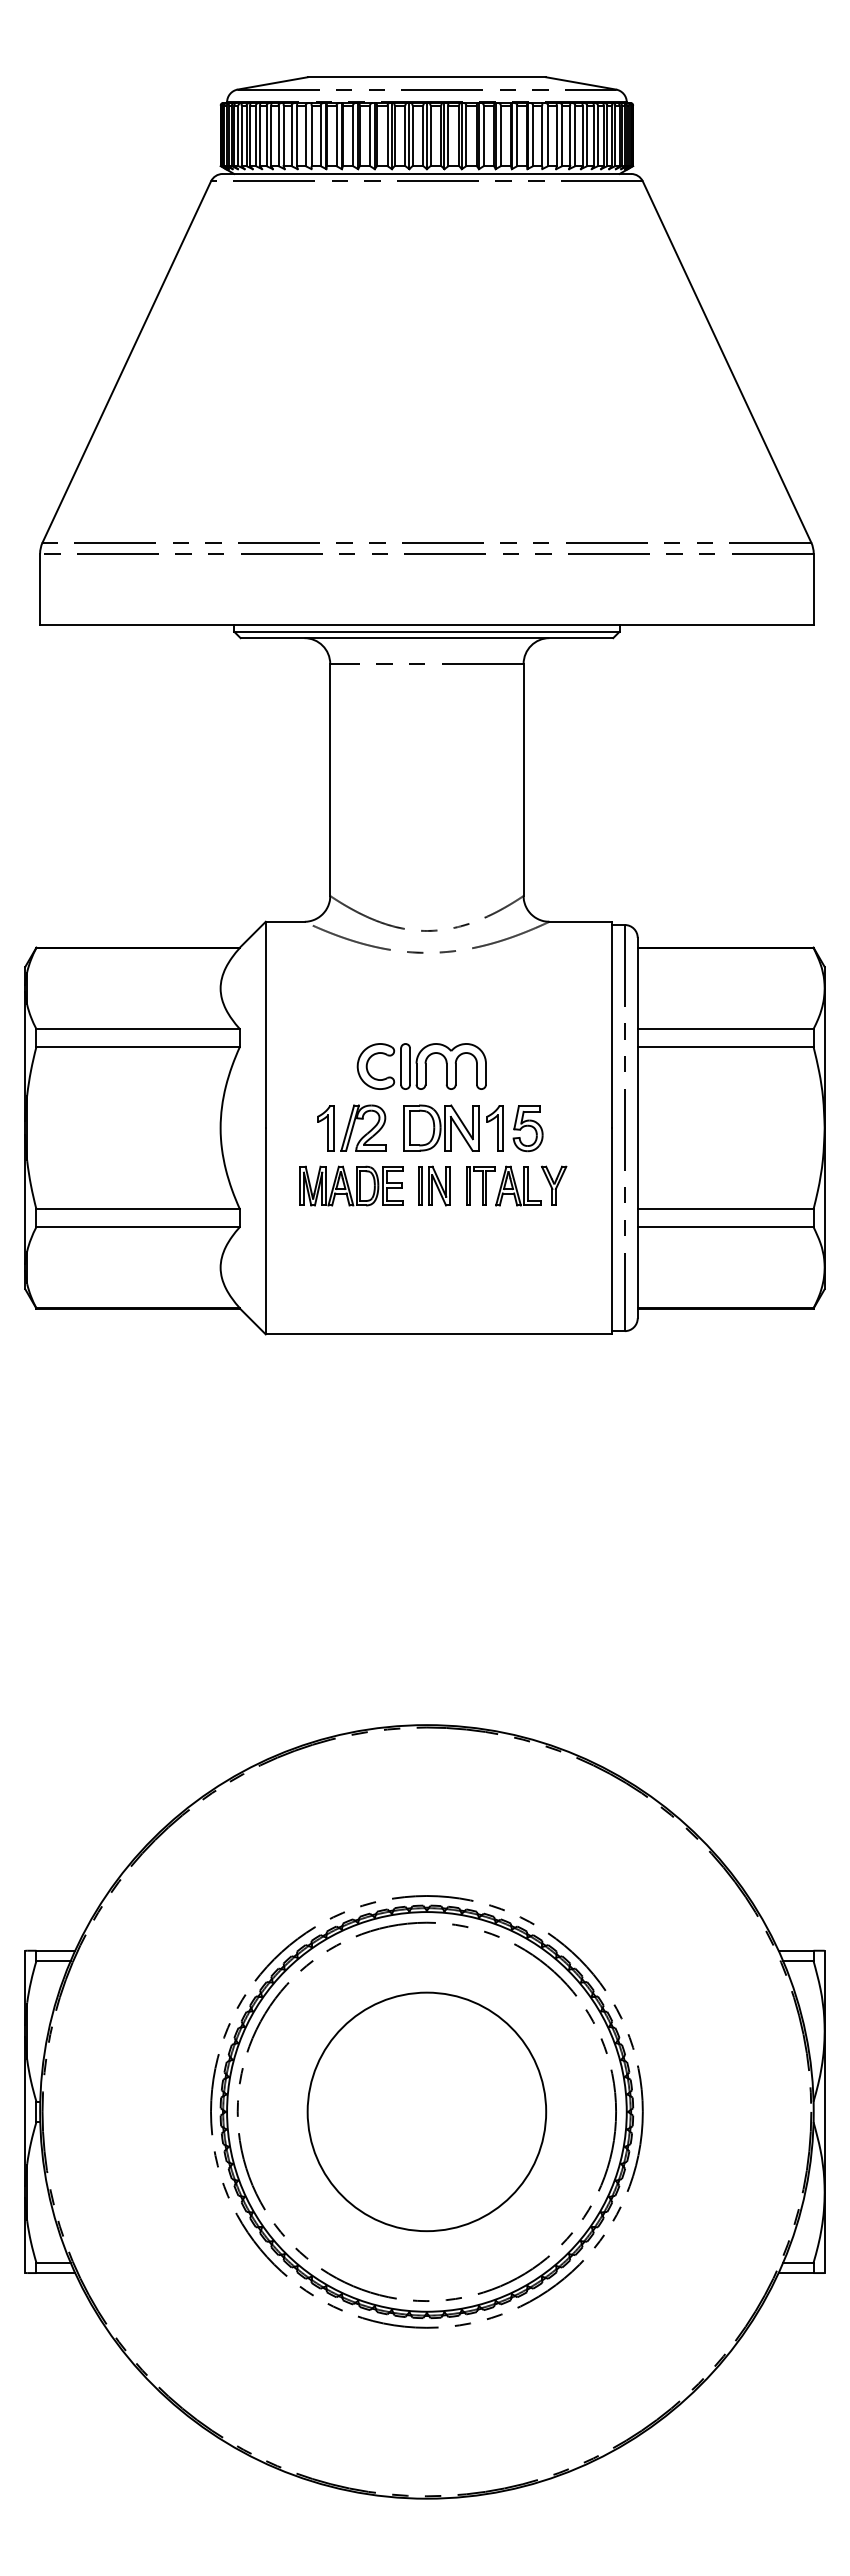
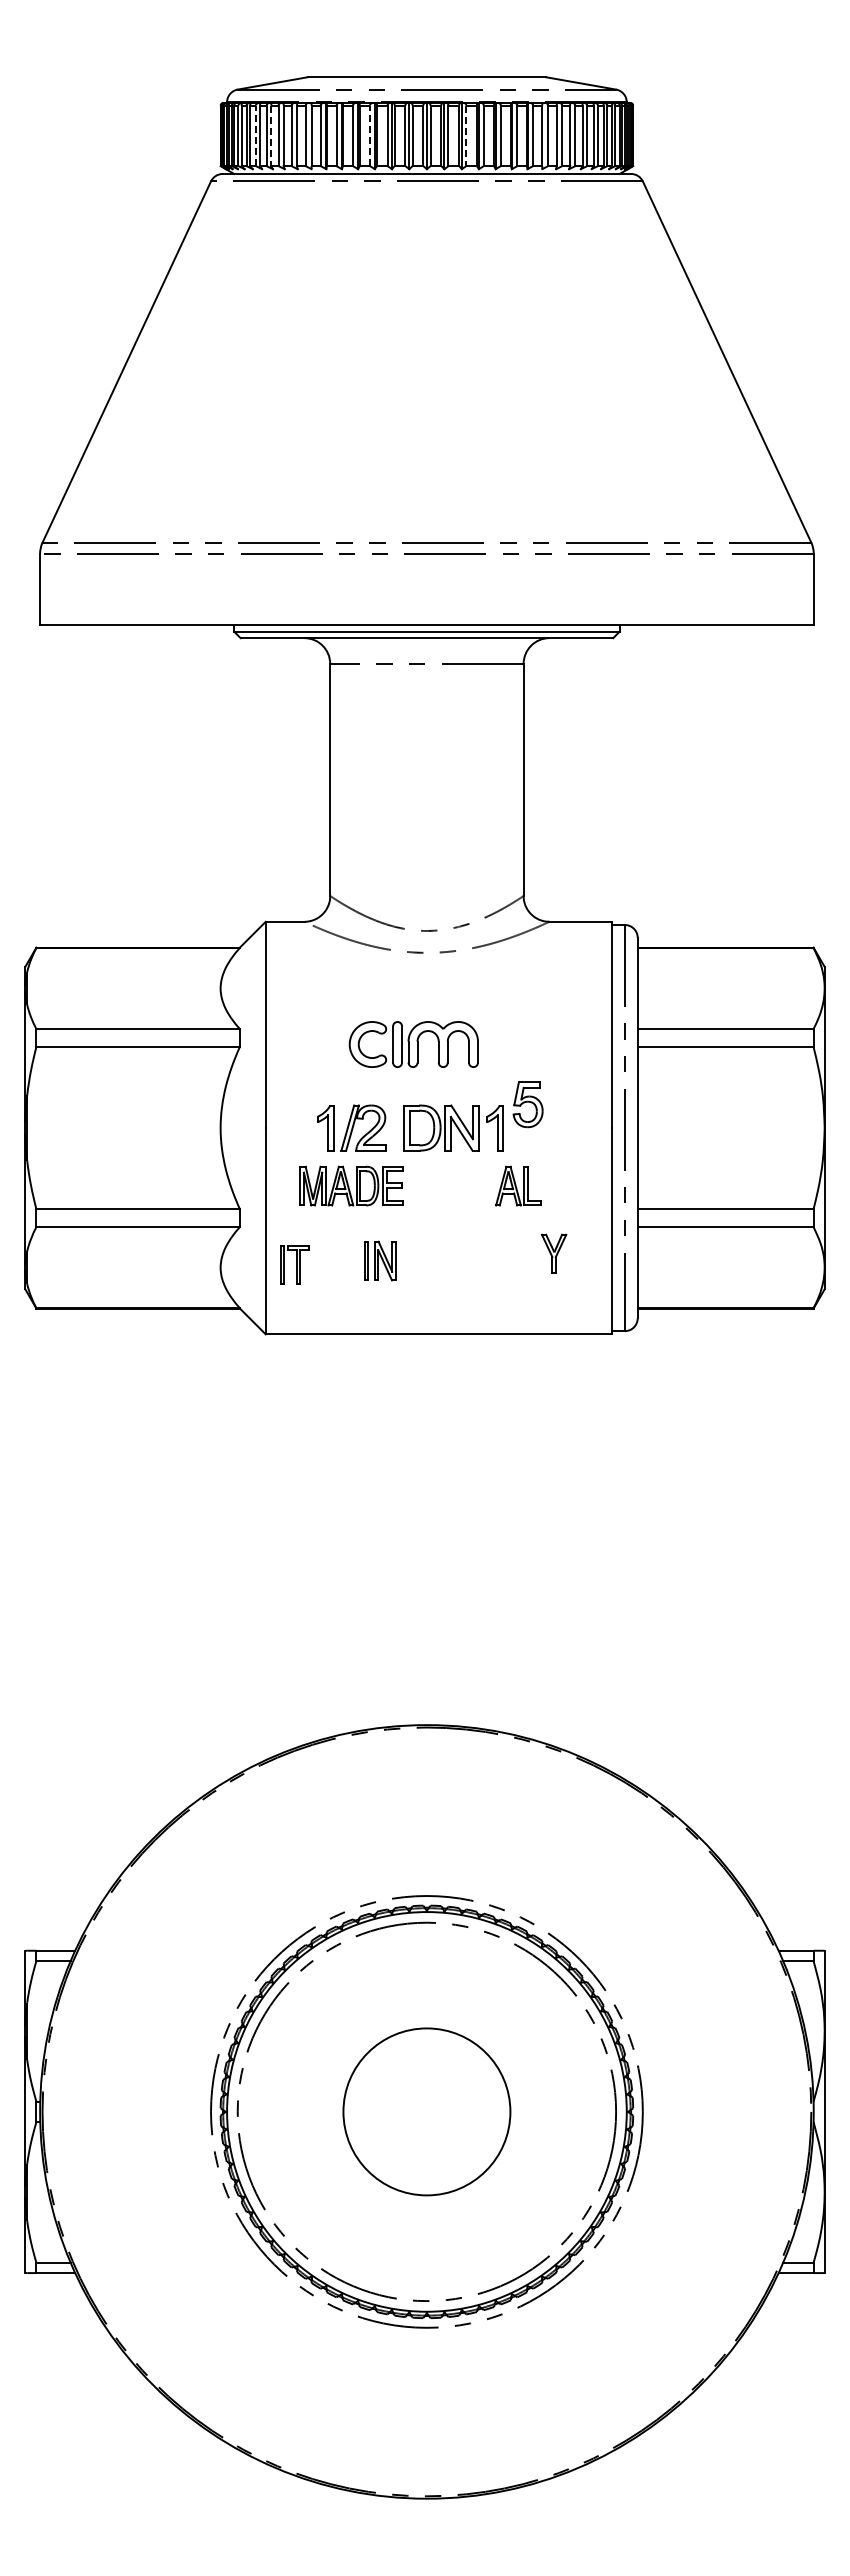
line at (255, 135): solid -> dashed
line at (370, 135): solid -> dashed
line at (271, 136): solid -> dashed
line at (466, 136): solid -> dashed
part at (421, 1066) position: (421, 1066) -> (413, 1044)
part at (527, 1128) position: (527, 1128) -> (527, 1104)
part at (434, 1185) position: (434, 1185) -> (380, 1260)
part at (480, 1185) position: (480, 1185) -> (294, 1264)
part at (554, 1185) position: (554, 1185) -> (554, 1253)
circle at (426, 2111) diameter: 239 px -> 167 px
